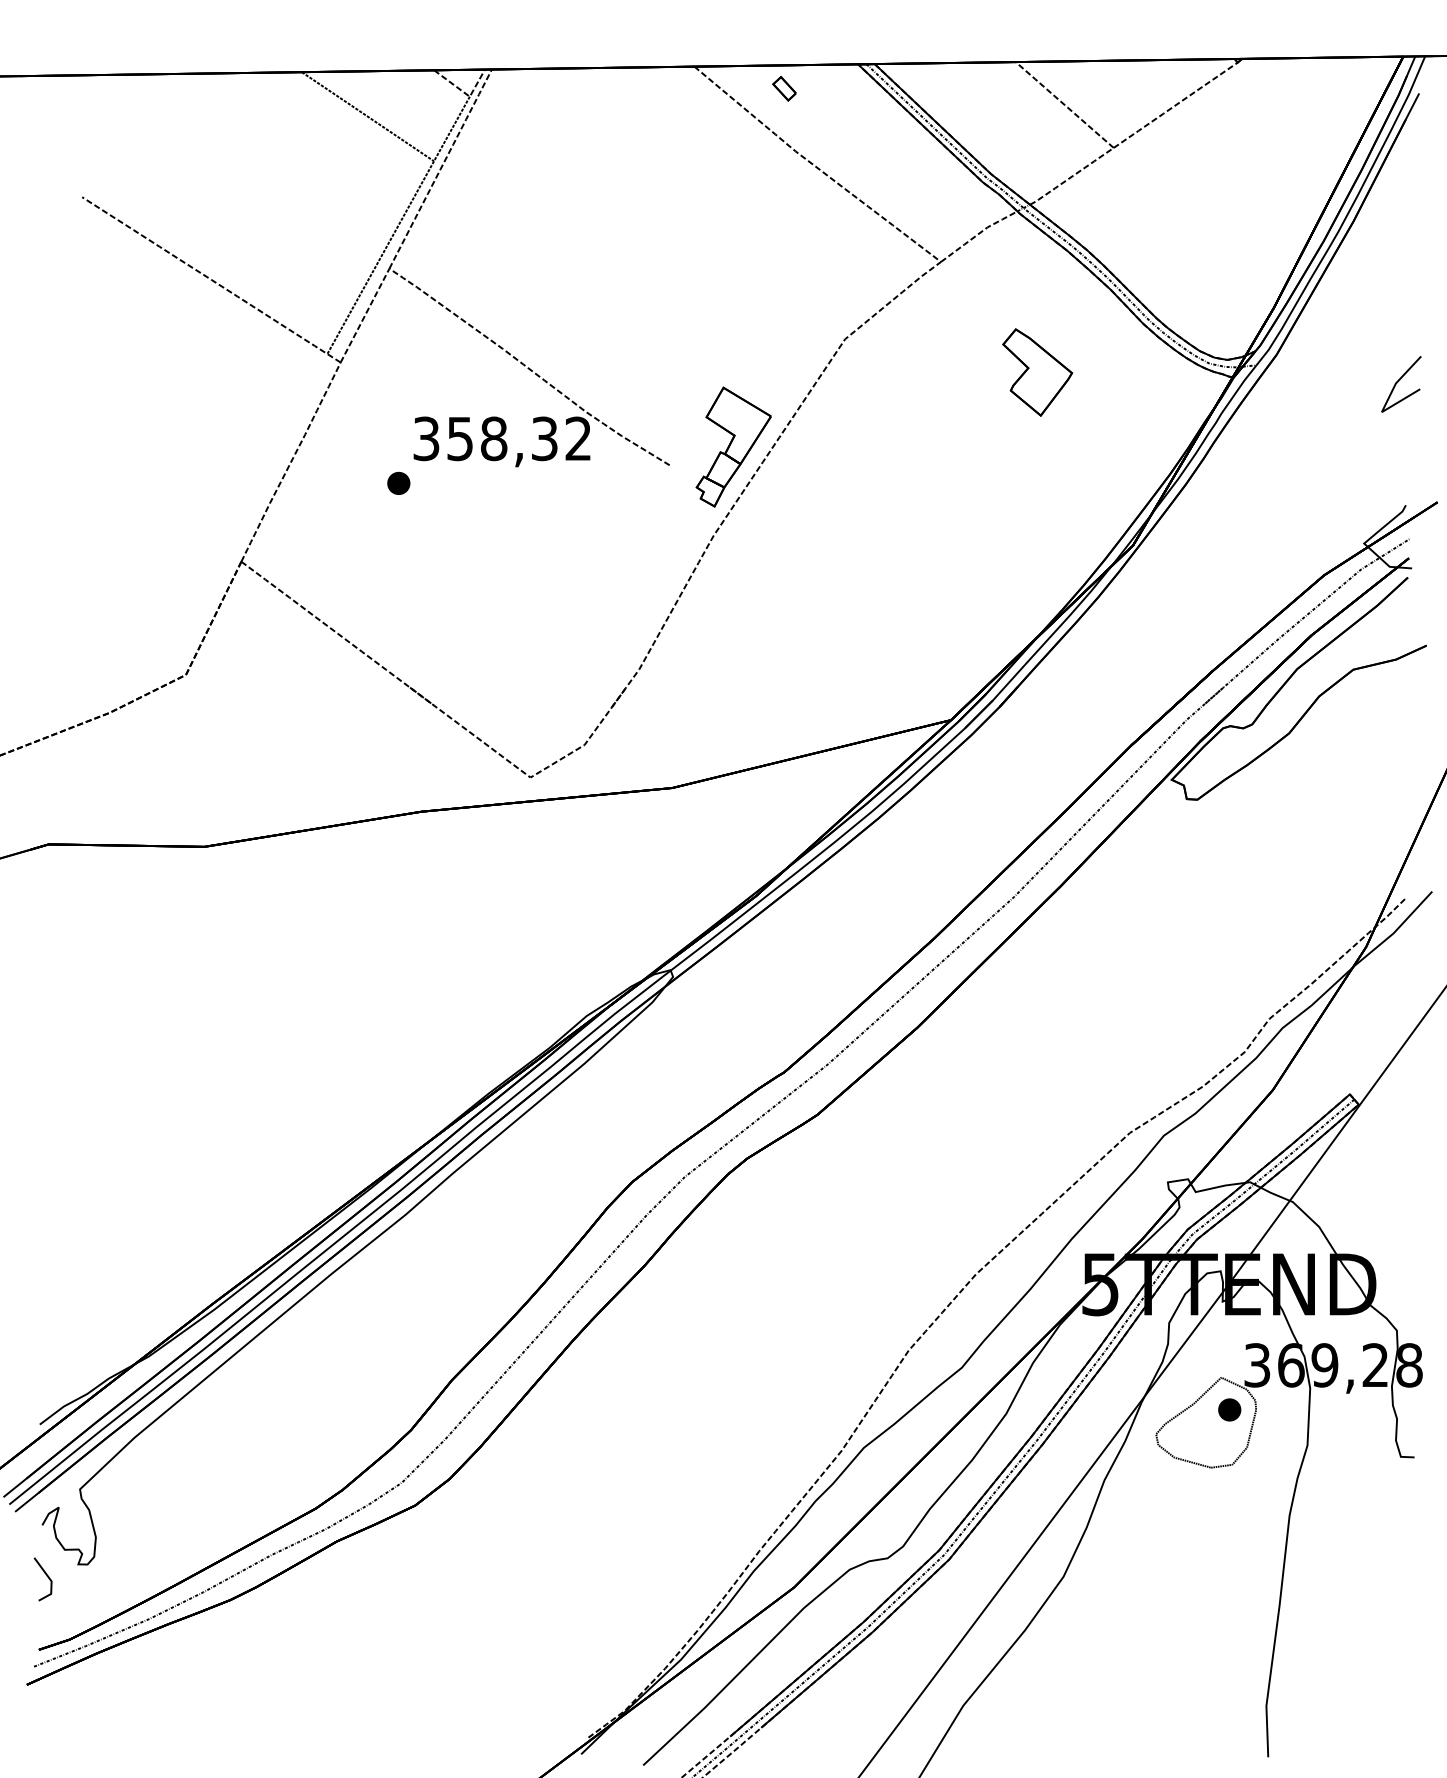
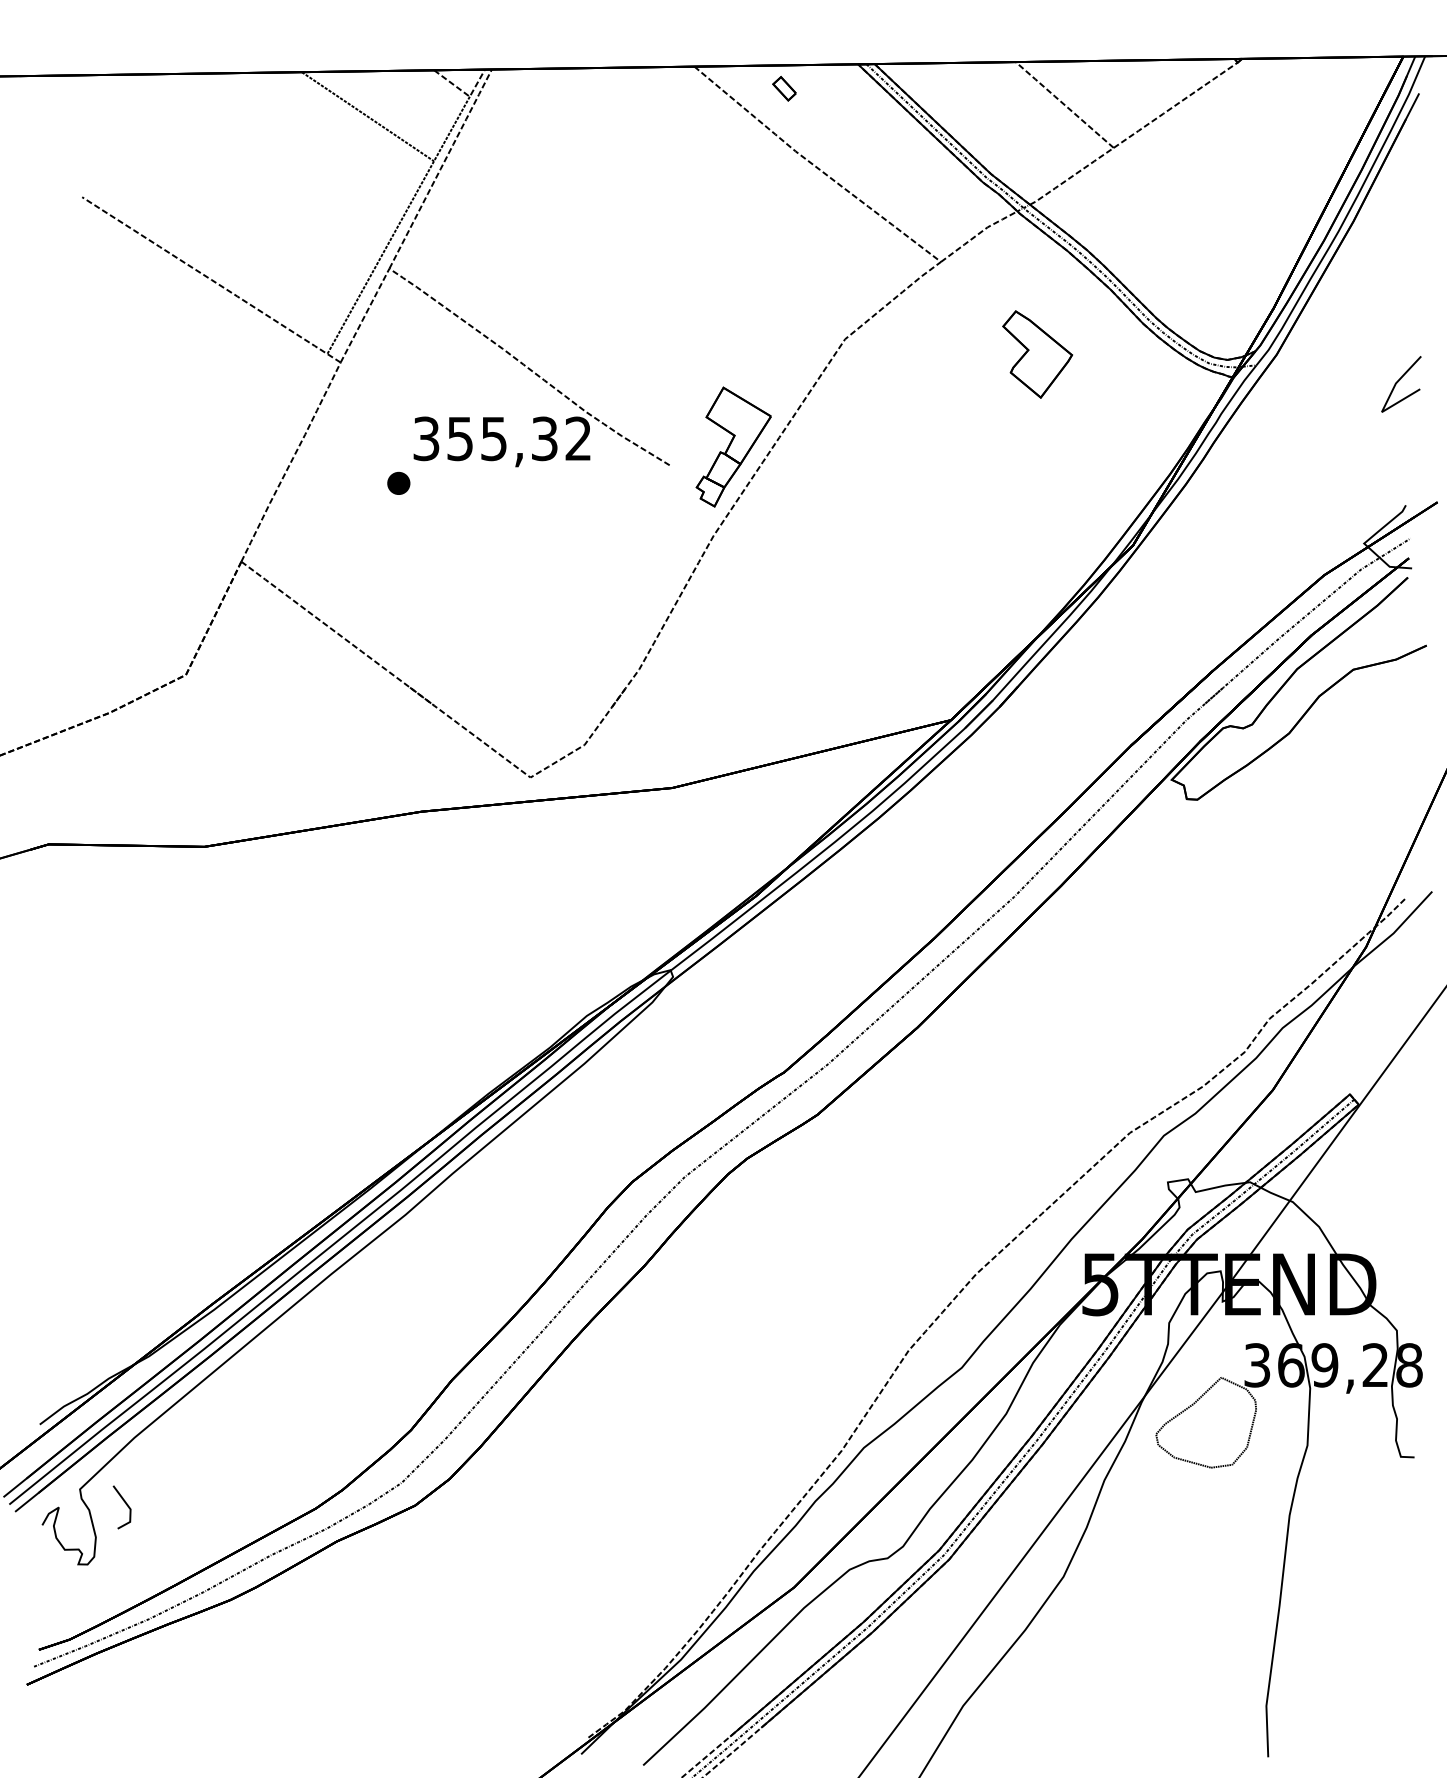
part at (1037, 372) position: (1037, 372) -> (1037, 354)
text at (494, 438): 358,32 -> 355,32
part at (1229, 1409): present -> none
line at (46, 1576) position: (46, 1576) -> (125, 1504)
